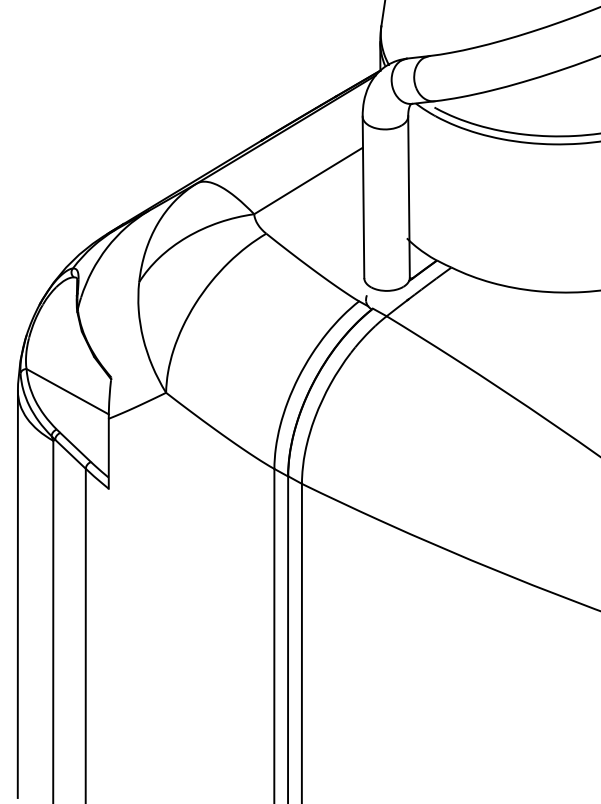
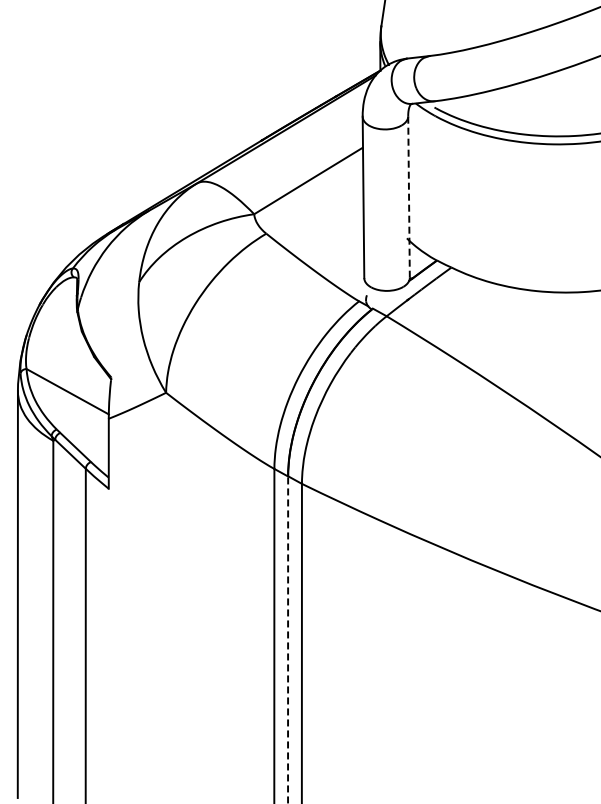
line at (409, 196): solid -> dashed
line at (288, 640): solid -> dashed
